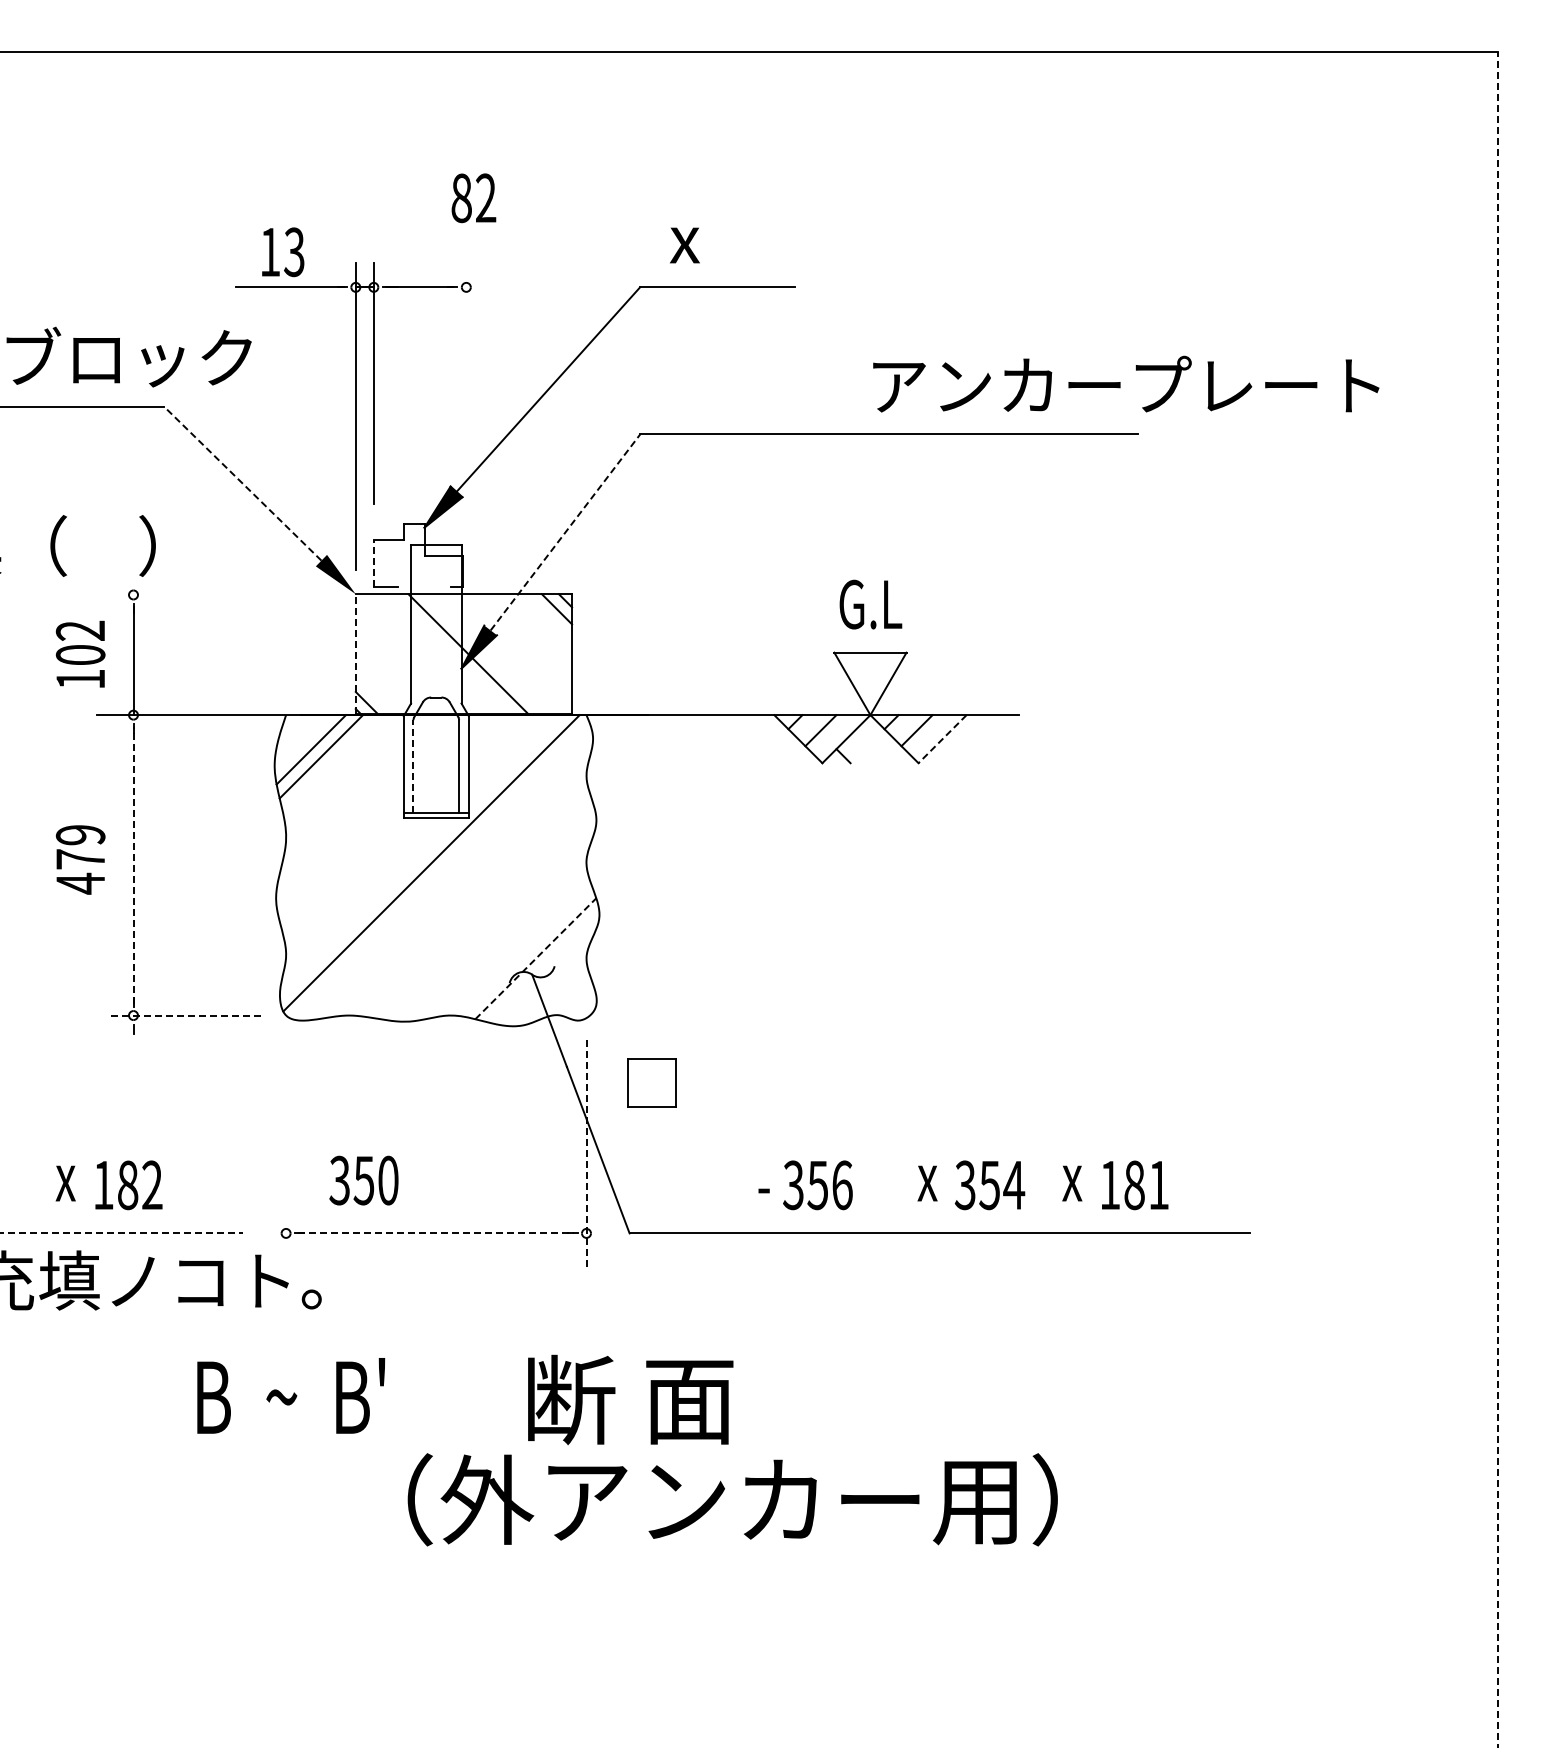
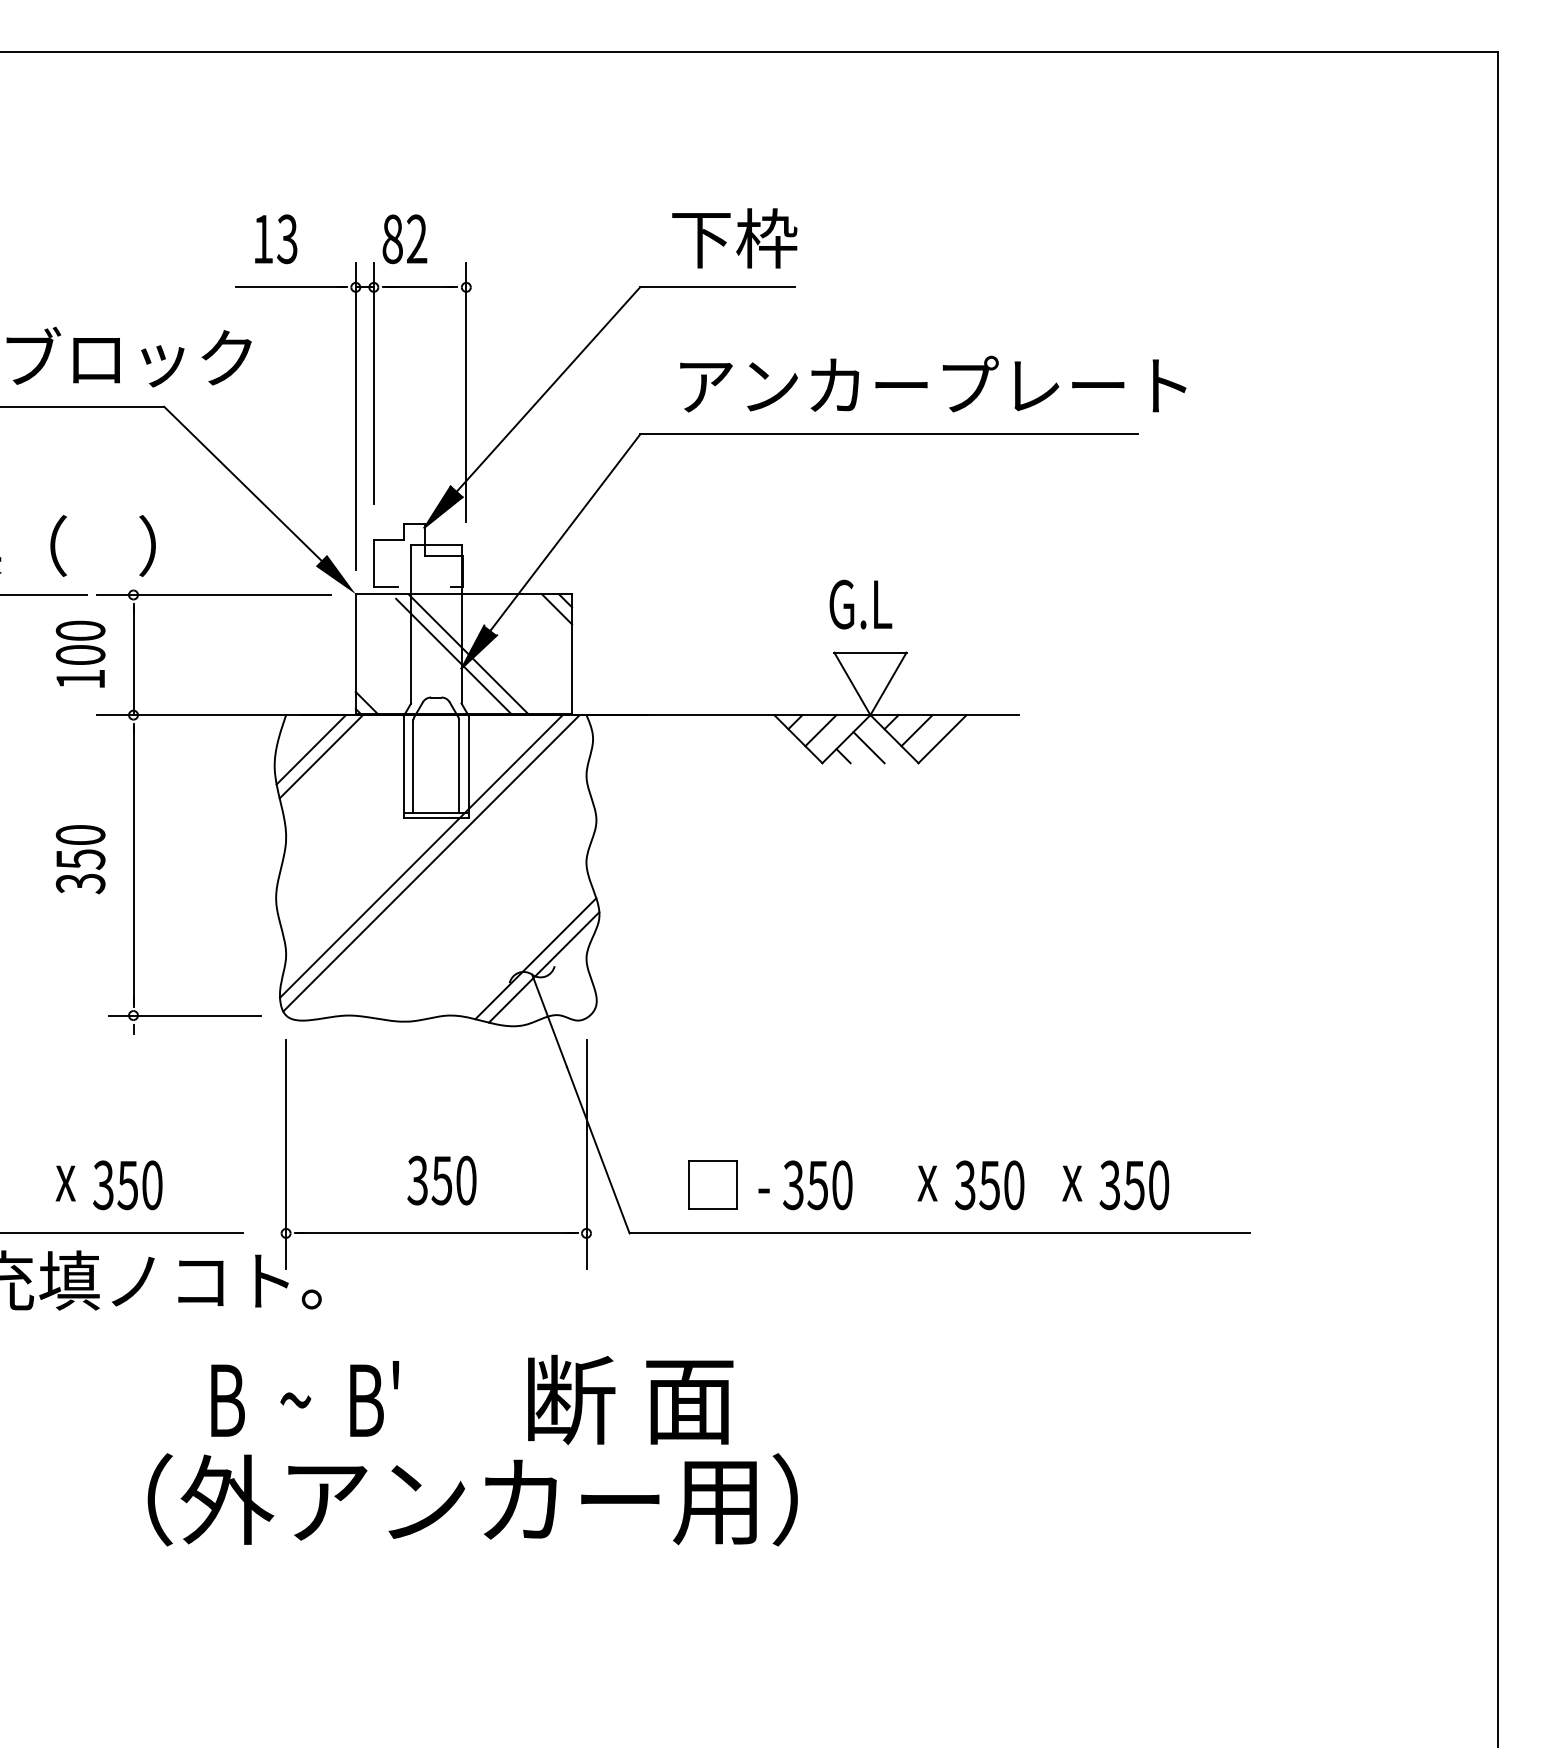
text at (473, 198) position: (473, 198) -> (404, 239)
text at (733, 238): x -> 下枠
text at (283, 252) position: (283, 252) -> (276, 239)
text at (1126, 383) position: (1126, 383) -> (933, 383)
line at (466, 392): none -> present
line at (242, 483): dashed -> solid
line at (565, 531): dashed -> solid
line at (373, 562): dashed -> solid
line at (44, 594): none -> present
line at (214, 594): none -> present
text at (870, 604) position: (870, 604) -> (860, 604)
text at (80, 630): 102 -> 100
line at (355, 653): dashed -> solid
line at (453, 656): none -> present
line at (942, 739): dashed -> solid
line at (868, 747): none -> present
line at (413, 766): dashed -> solid
line at (421, 856): none -> present
text at (80, 859): 479 -> 350
line at (133, 864): dashed -> solid
line at (1497, 899): dashed -> solid
line at (535, 958): dashed -> solid
line at (543, 967): none -> present
line at (185, 1015): dashed -> solid
part at (651, 1082) position: (651, 1082) -> (712, 1184)
line at (286, 1154): none -> present
line at (586, 1154): dashed -> solid
text at (363, 1180) position: (363, 1180) -> (441, 1180)
text at (127, 1185): 182 -> 350
text at (842, 1185): 356 -> 350
text at (1014, 1185): 354 -> 350
text at (1134, 1185): 181 -> 350
line at (122, 1233): dashed -> solid
line at (436, 1233): dashed -> solid
text at (291, 1395) position: (291, 1395) -> (305, 1398)
text at (732, 1499) position: (732, 1499) -> (472, 1499)
